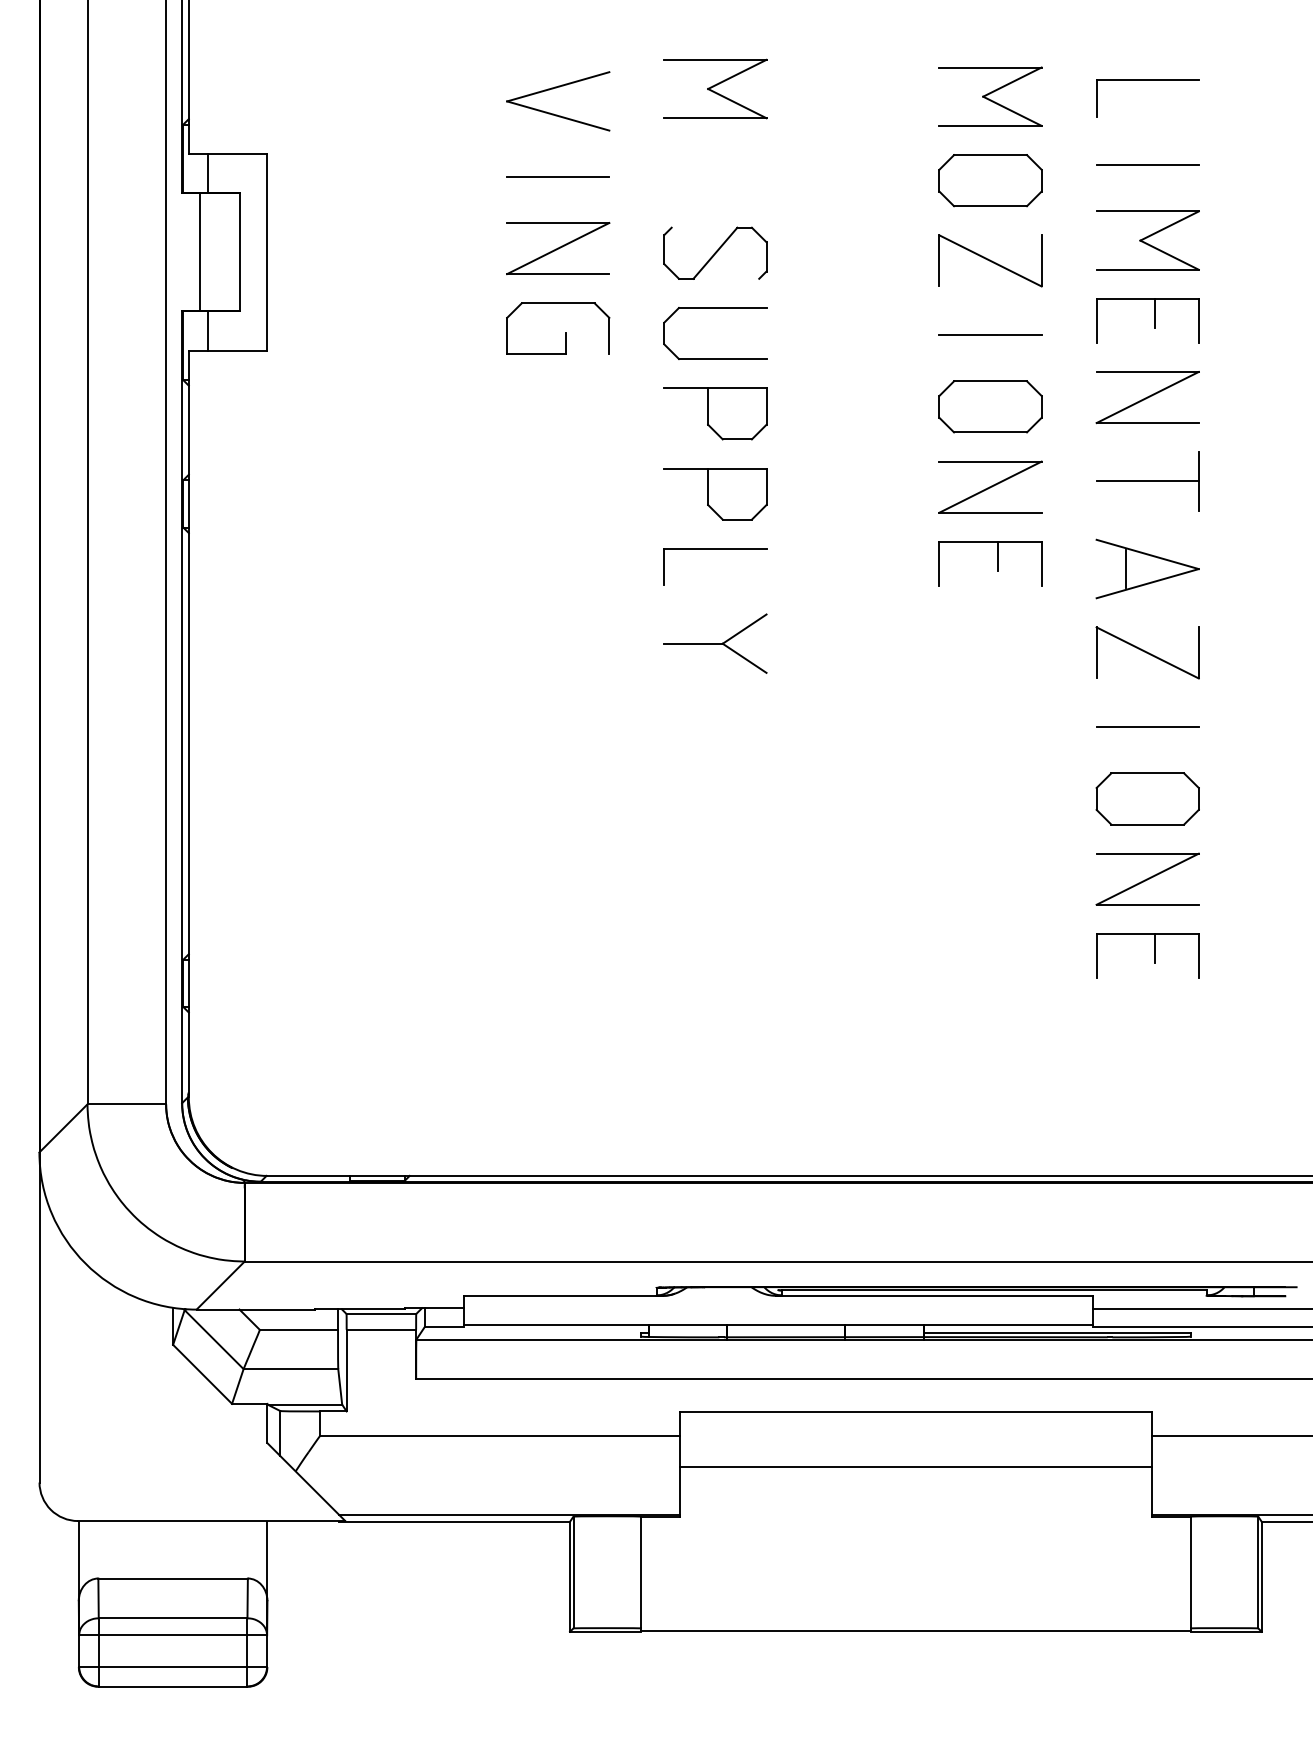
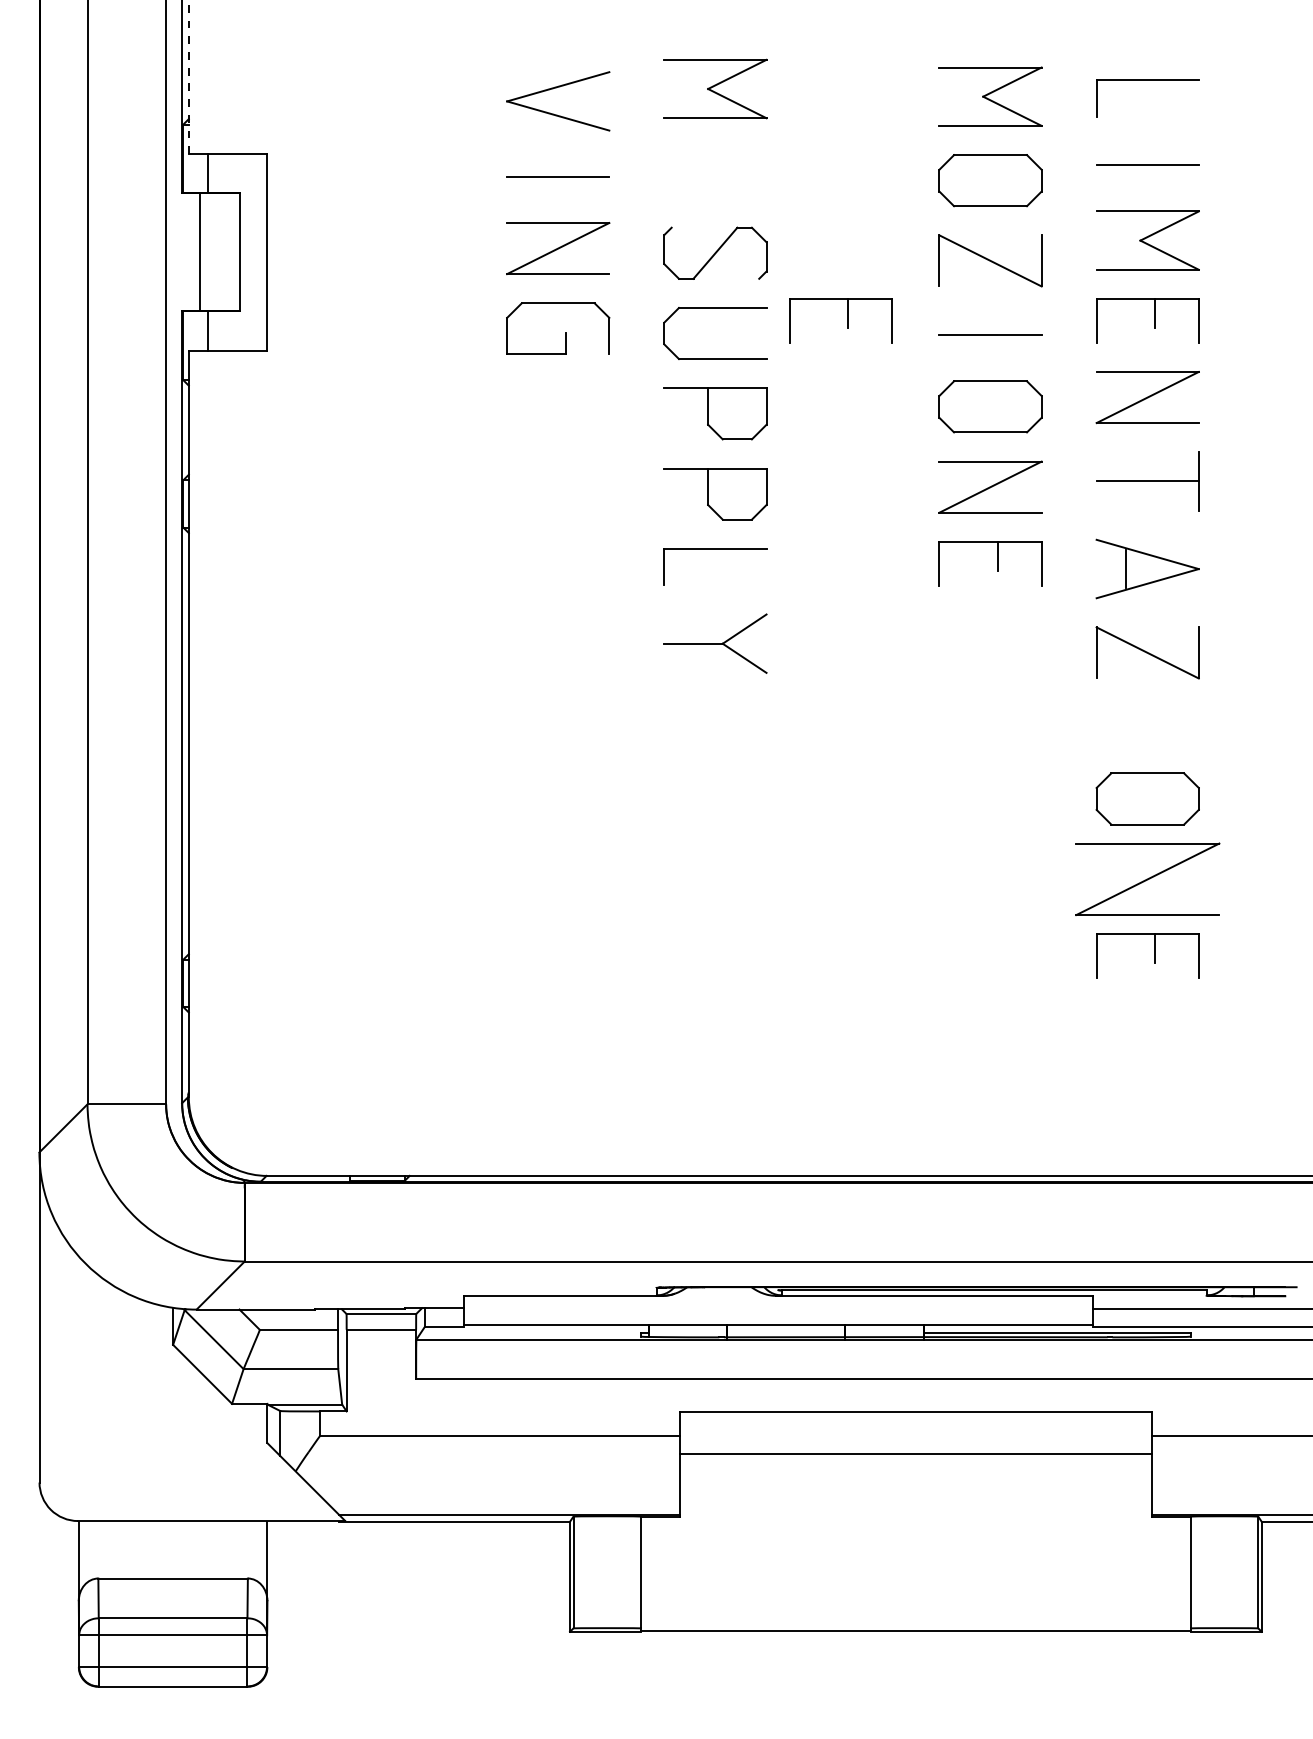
line at (188, 77): solid -> dashed
part at (847, 320): none -> present
line at (1147, 727): present -> none
part at (1147, 878) size: 105x54 px -> 146x74 px
line at (915, 1466) position: (915, 1466) -> (915, 1453)
